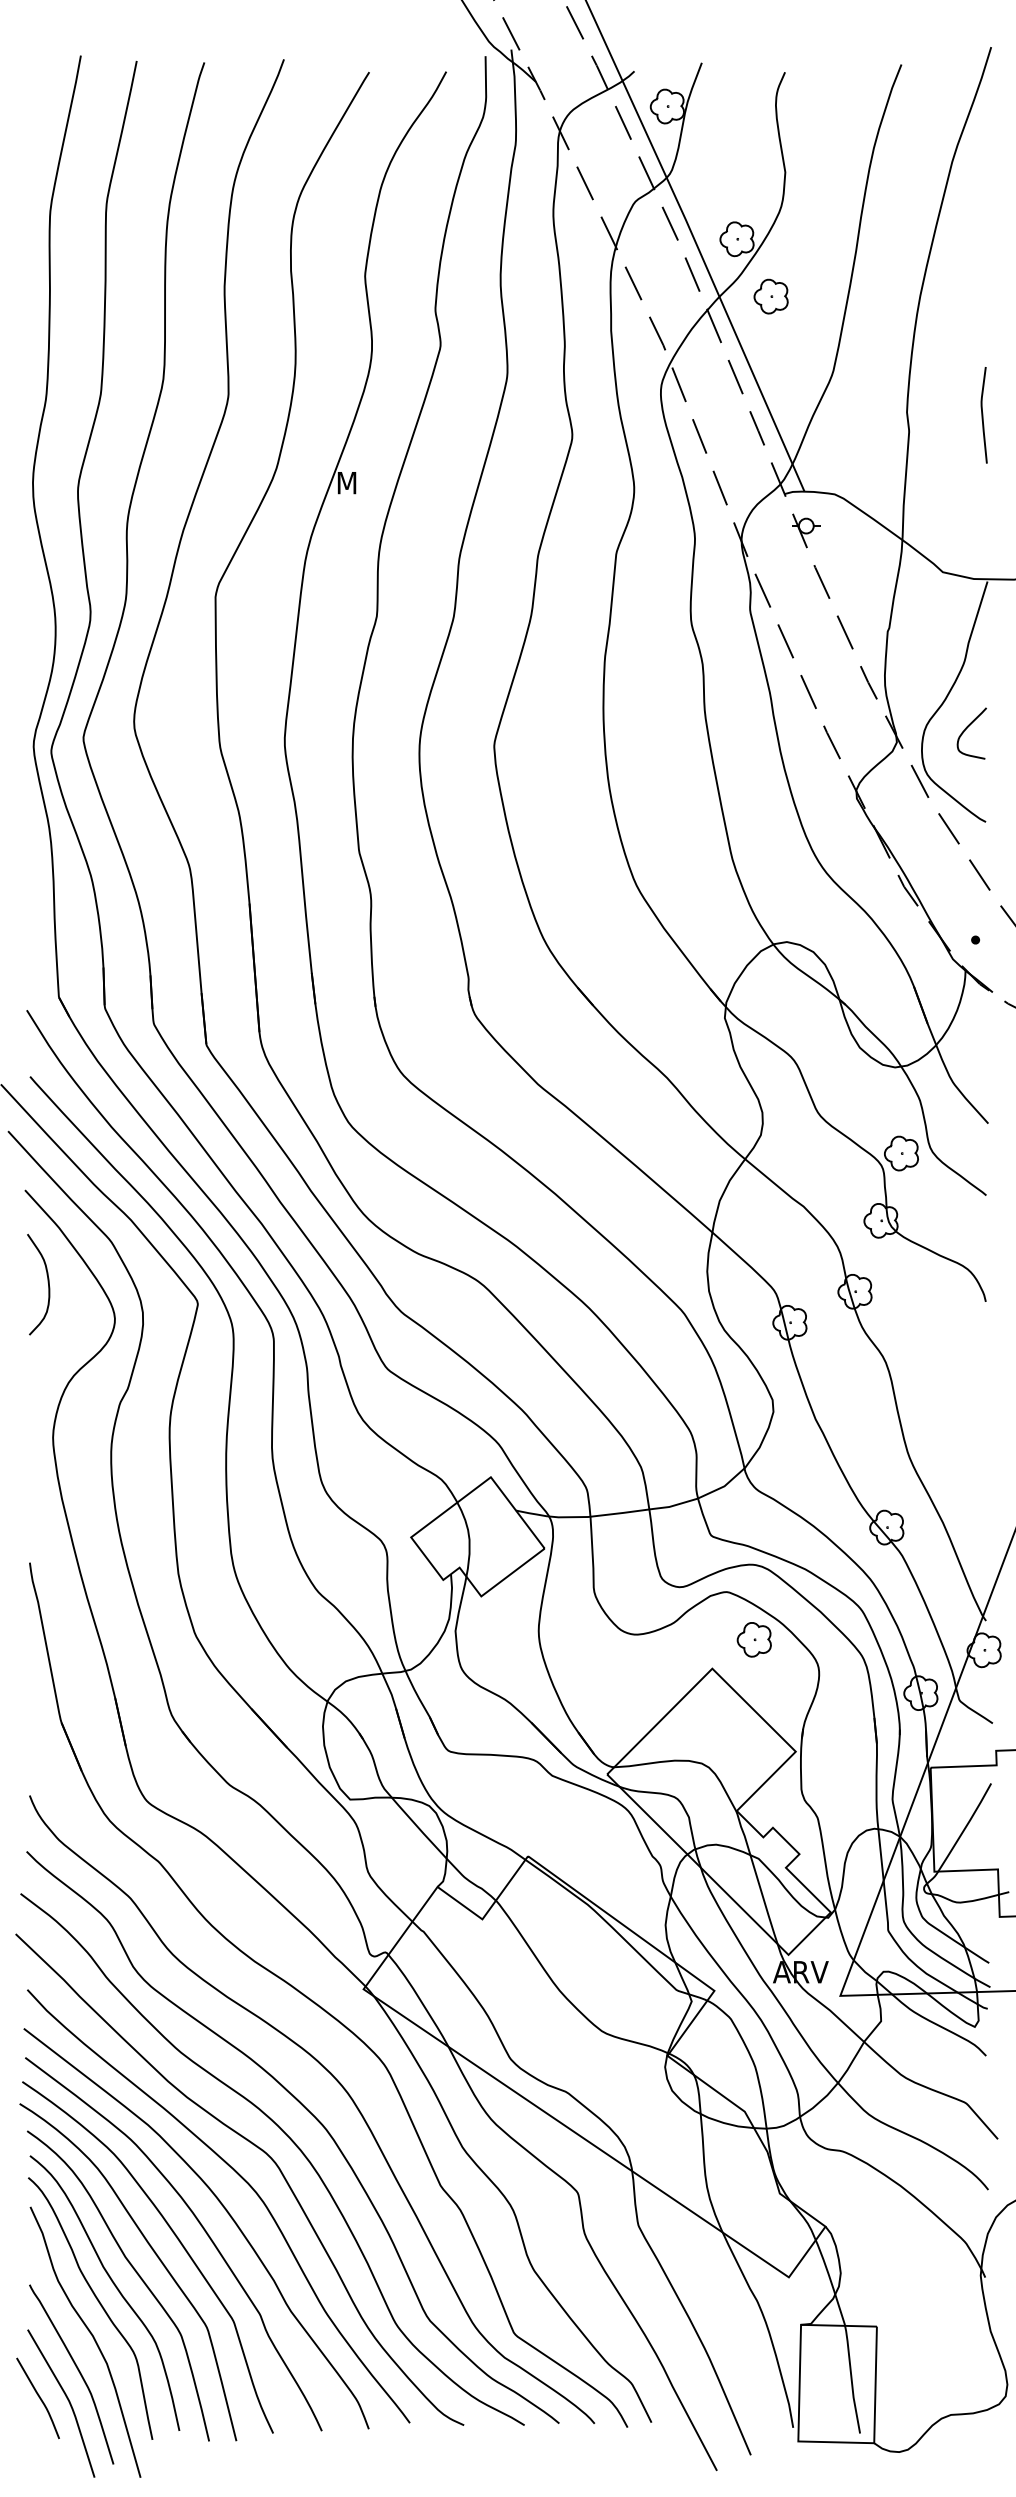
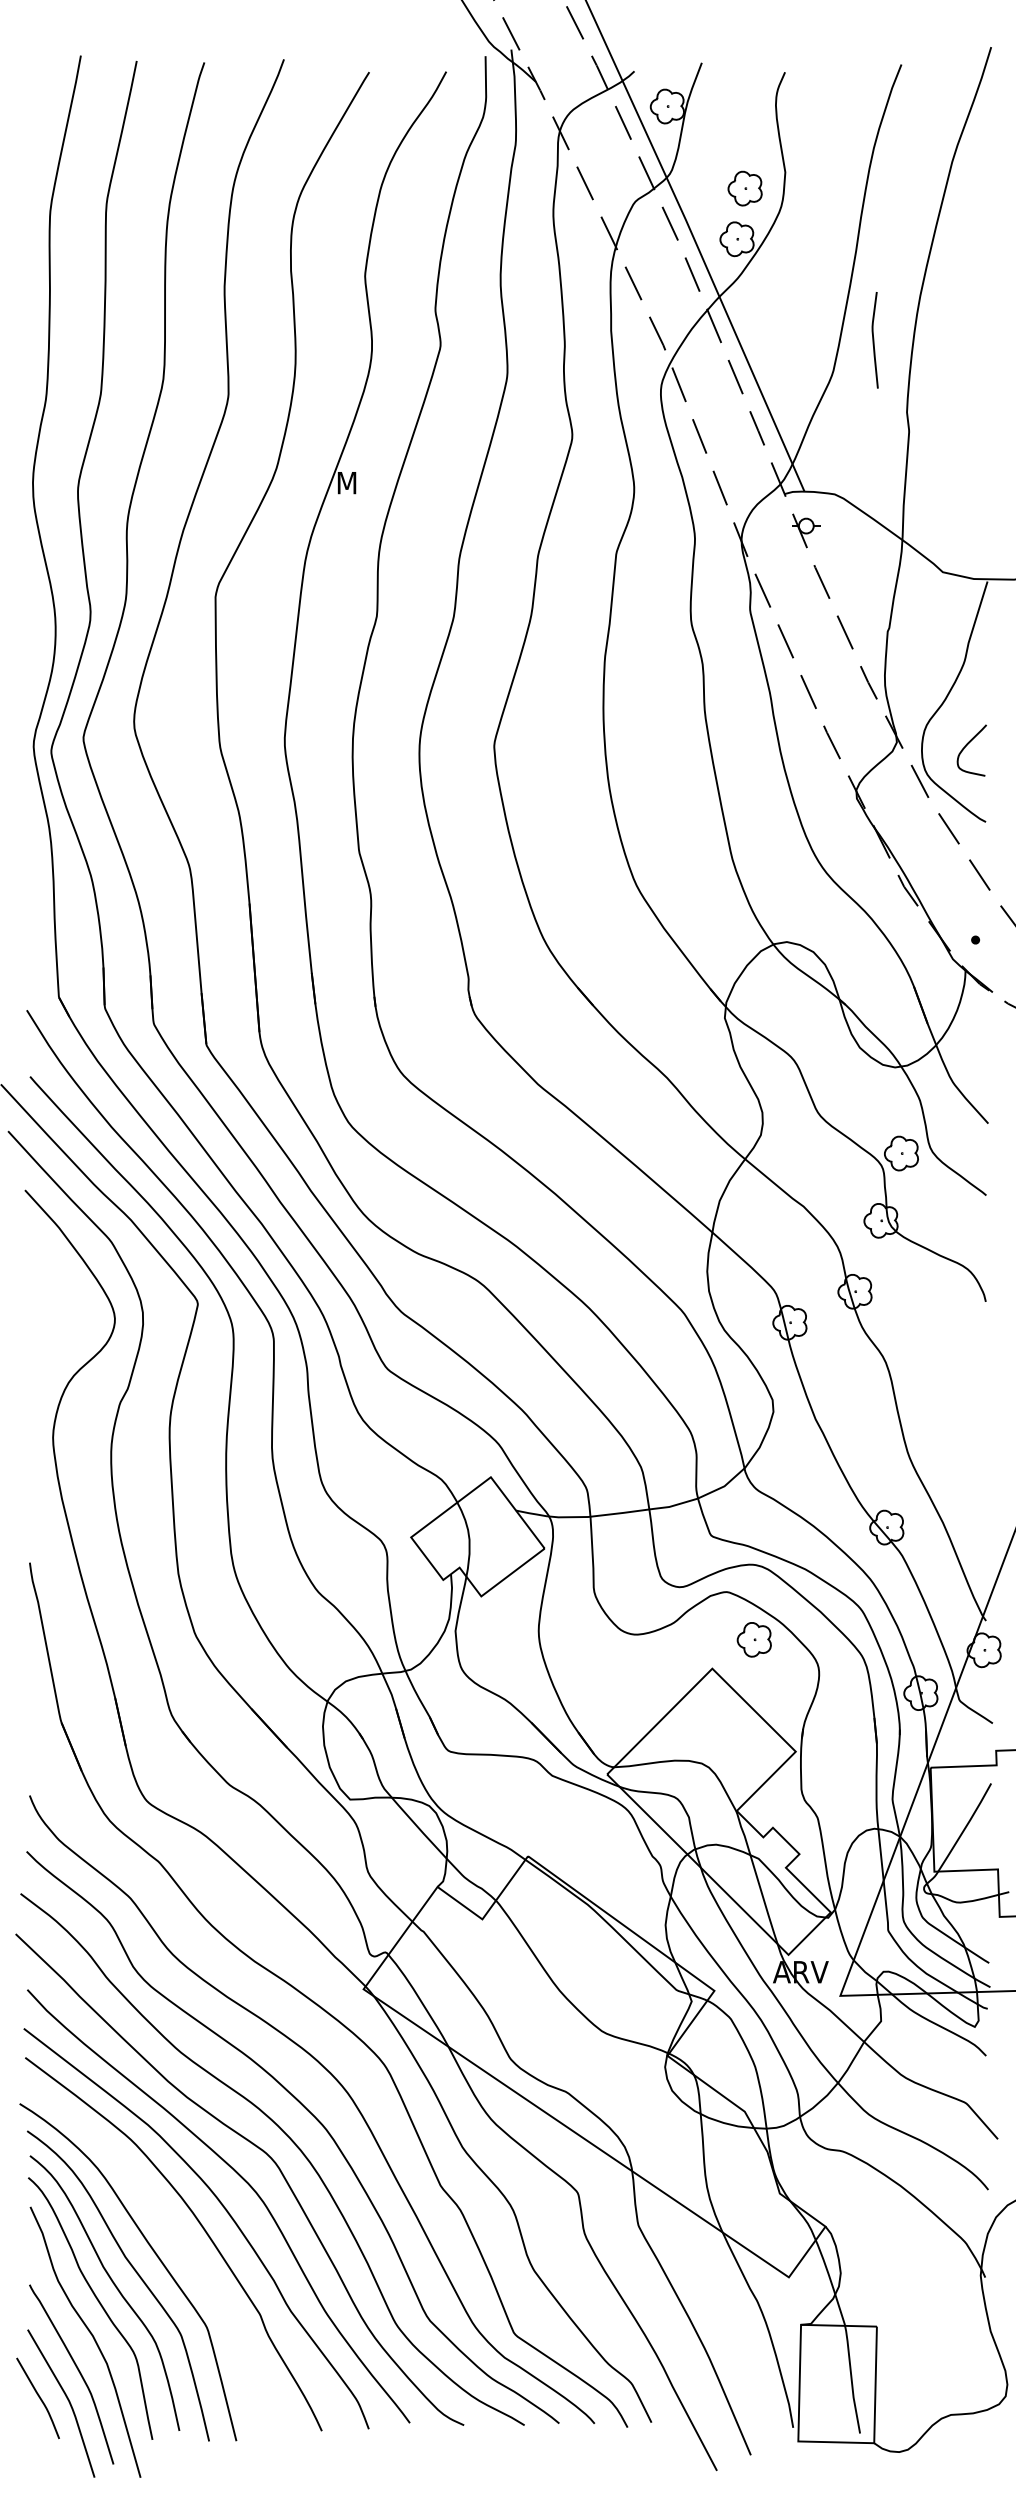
part at (770, 296) position: (770, 296) -> (744, 188)
curve at (983, 415) position: (983, 415) -> (874, 340)
curve at (967, 728) position: (967, 728) -> (967, 745)
curve at (47, 1282): present -> none
curve at (176, 2238): present -> none
